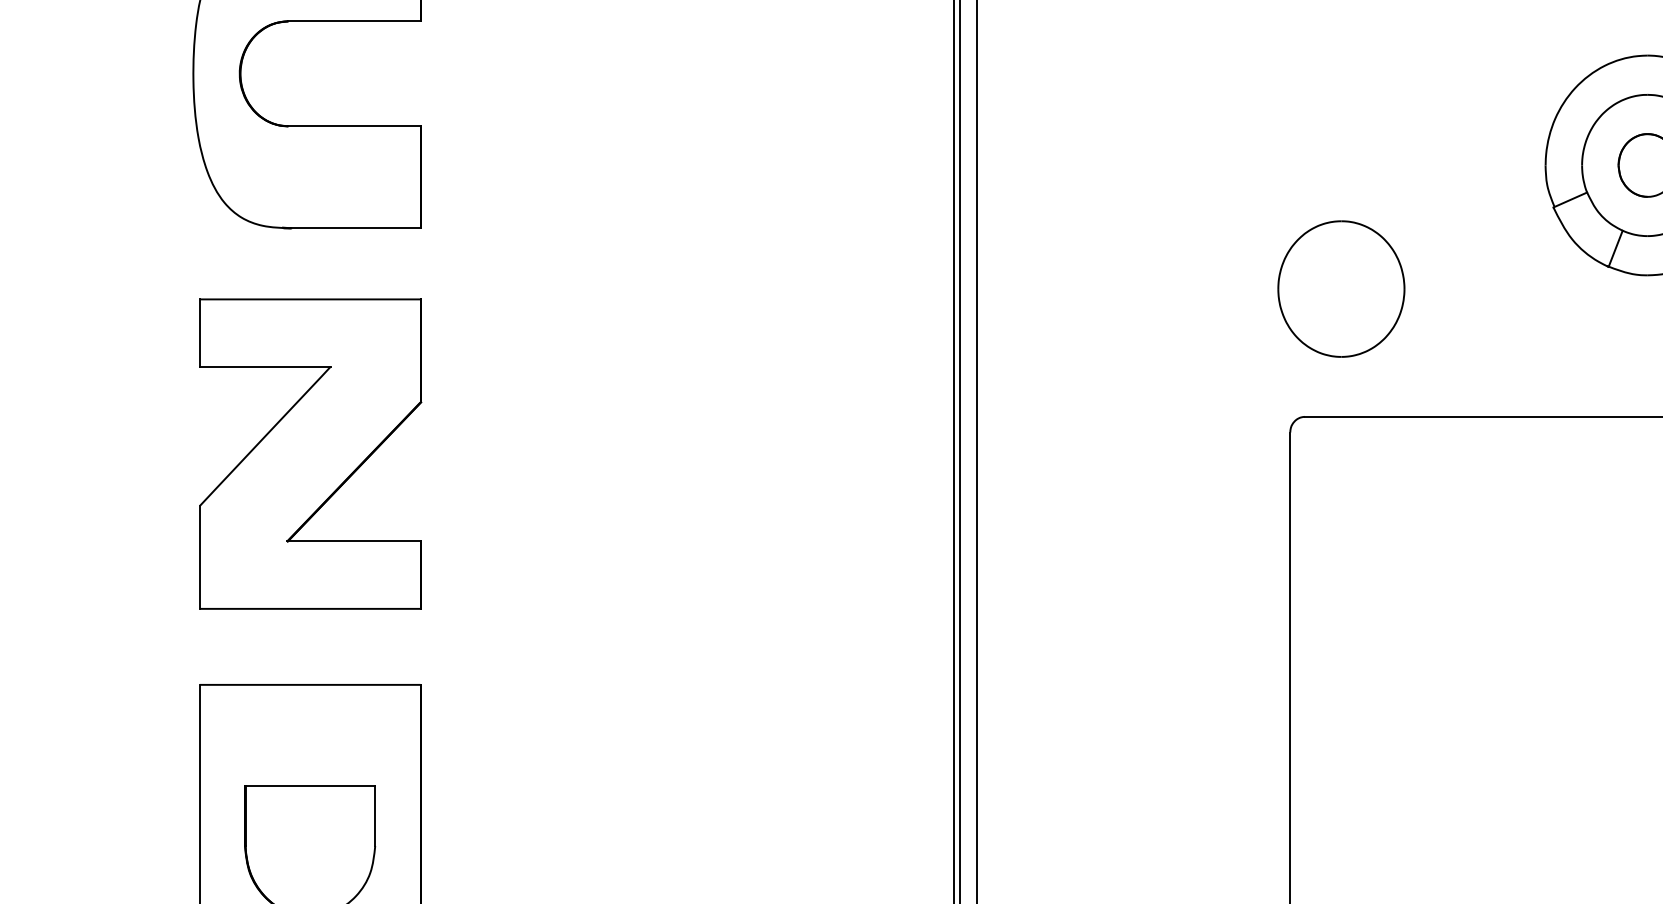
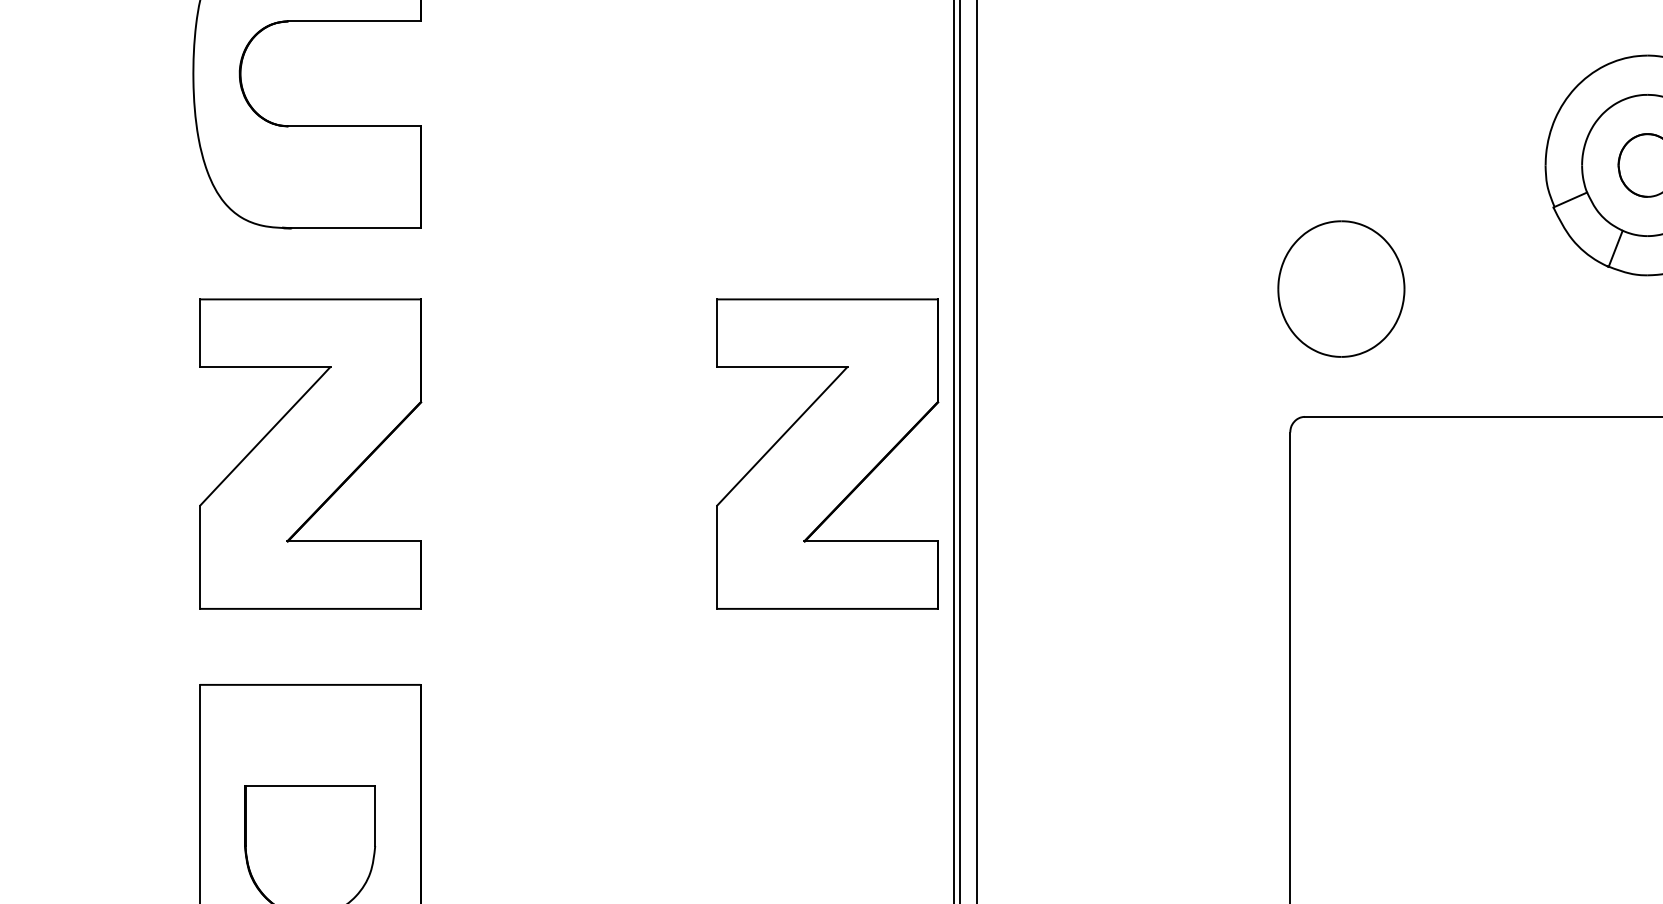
part at (827, 453): none -> present
